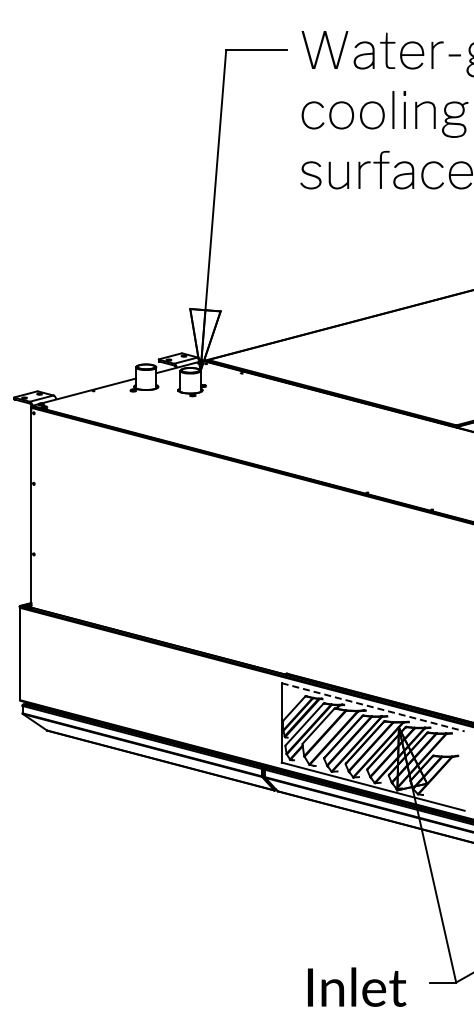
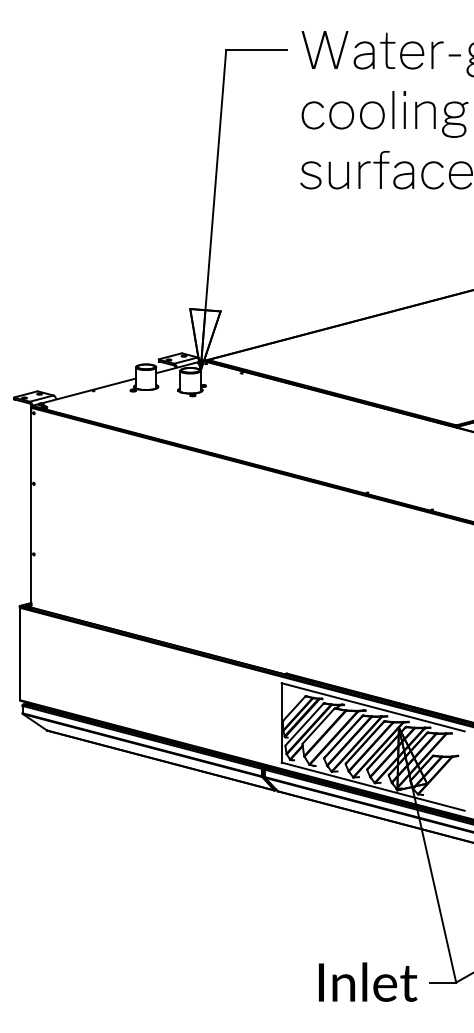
line at (373, 707): dashed -> solid
text at (357, 986) position: (357, 986) -> (368, 981)
